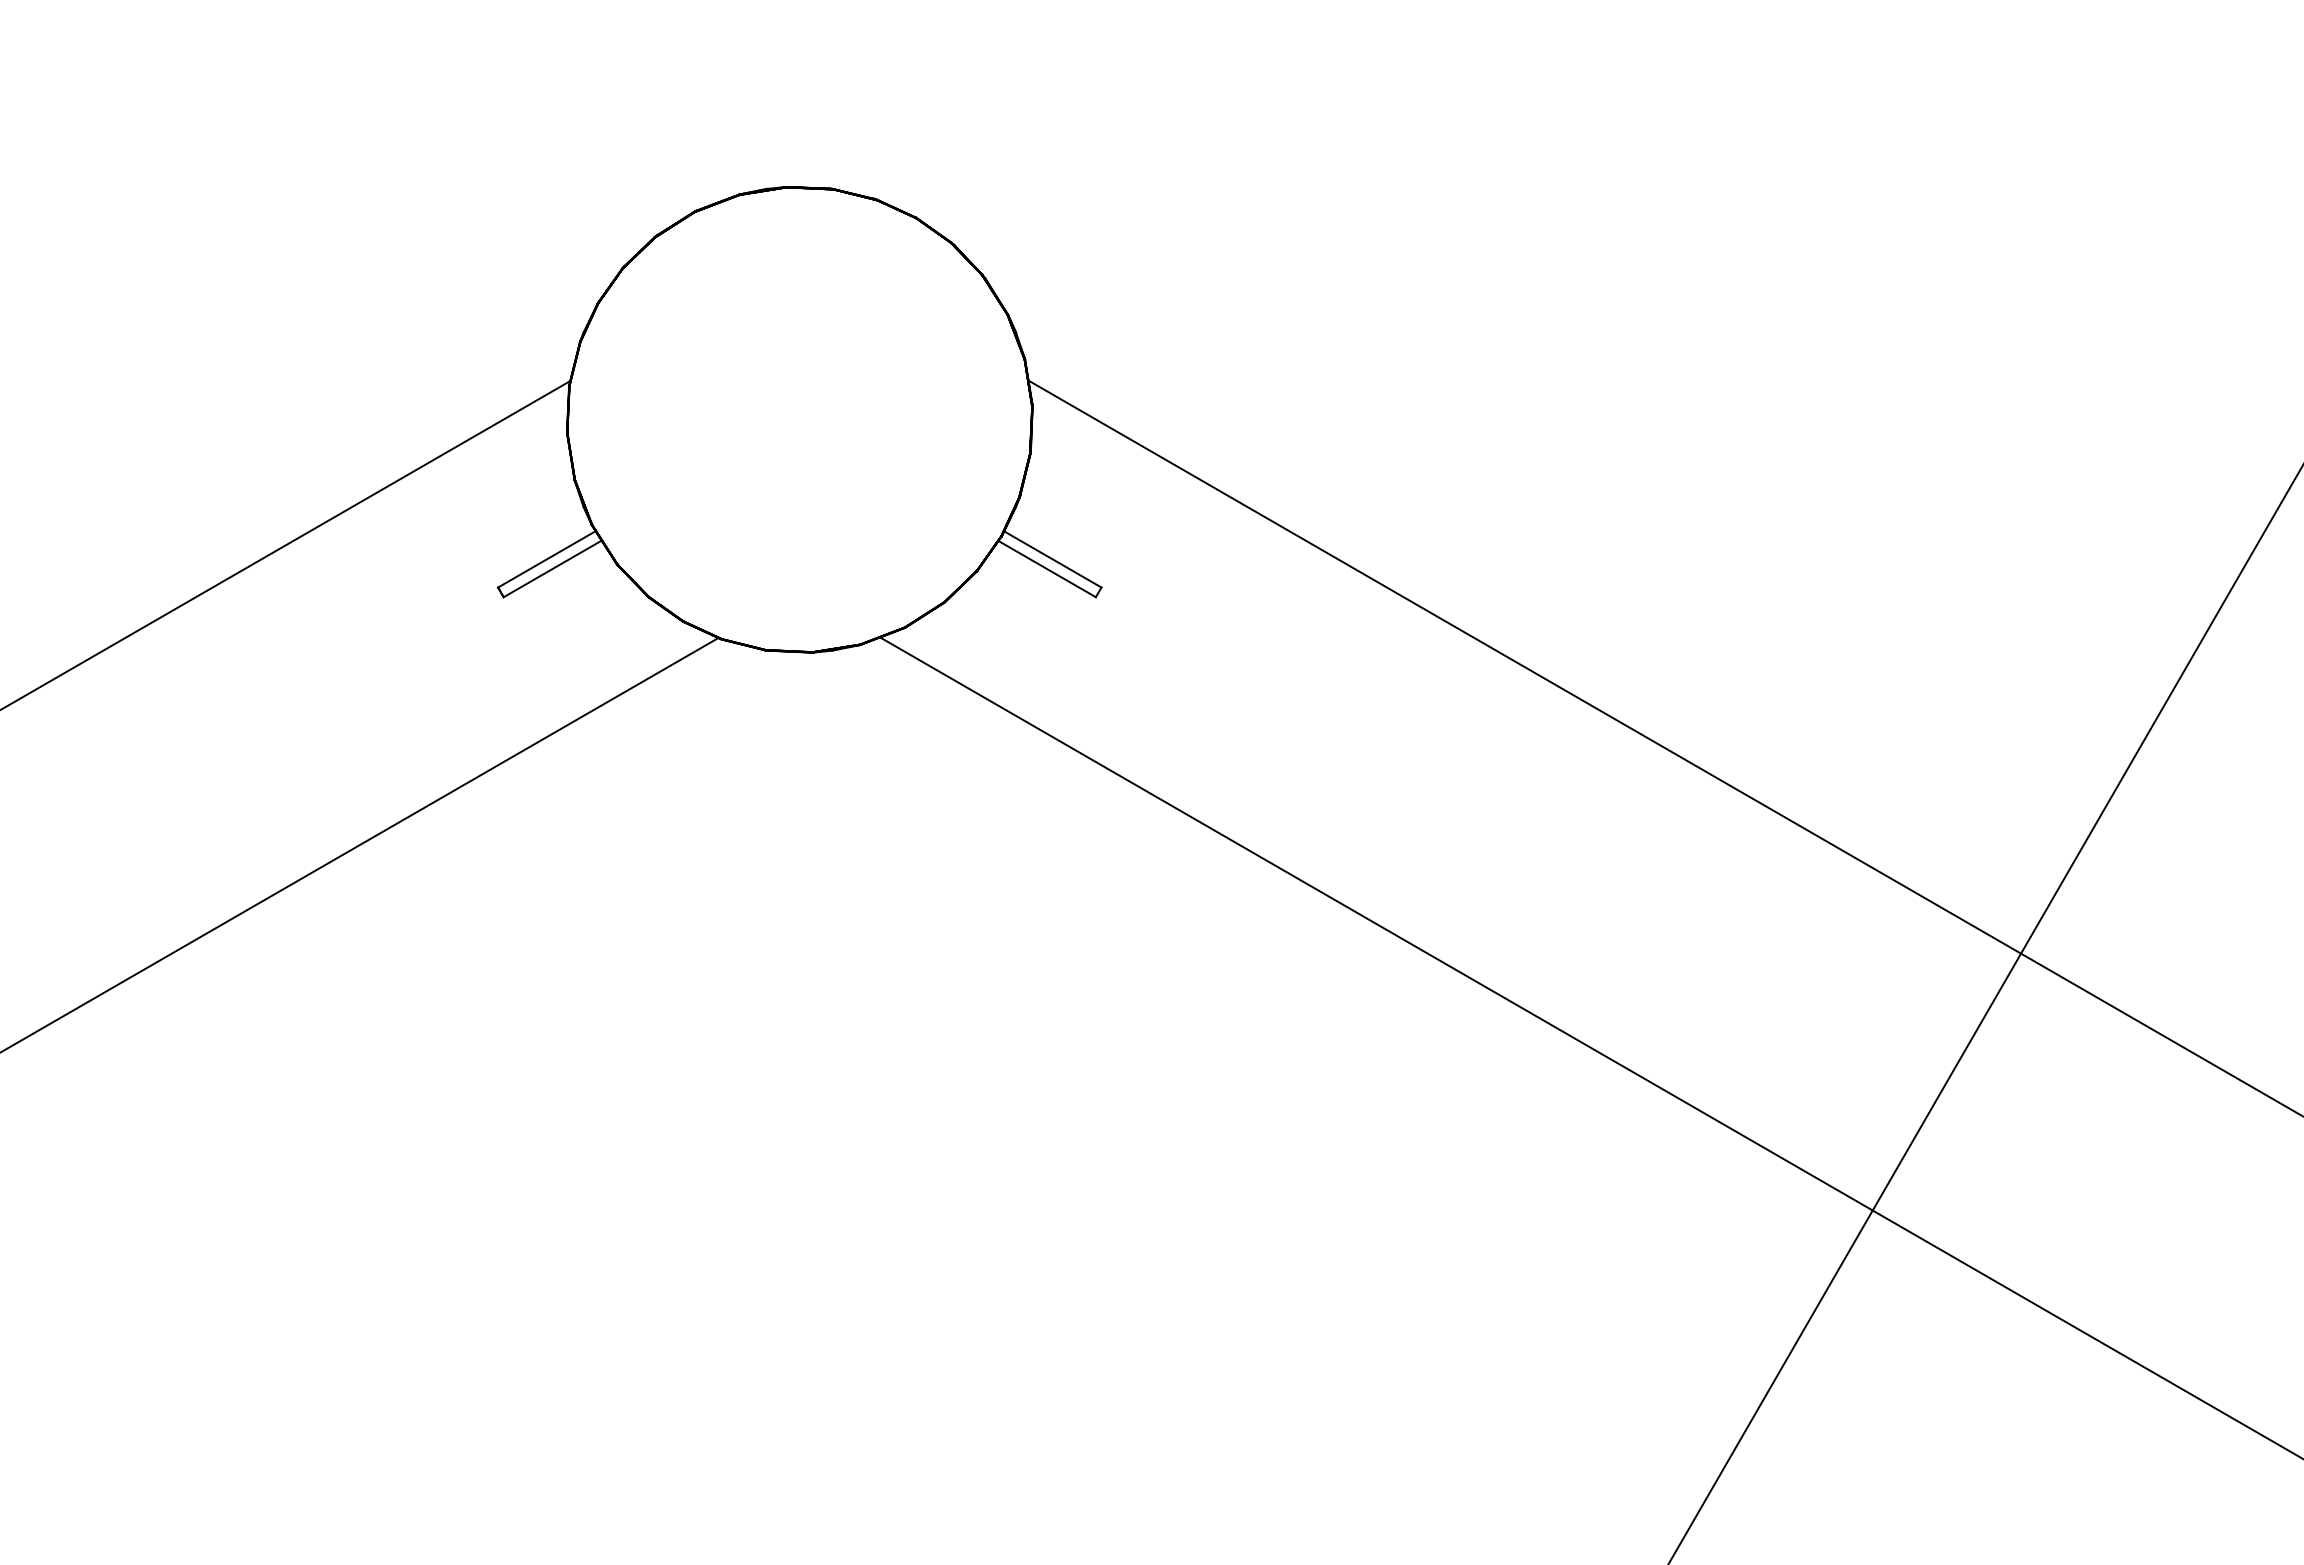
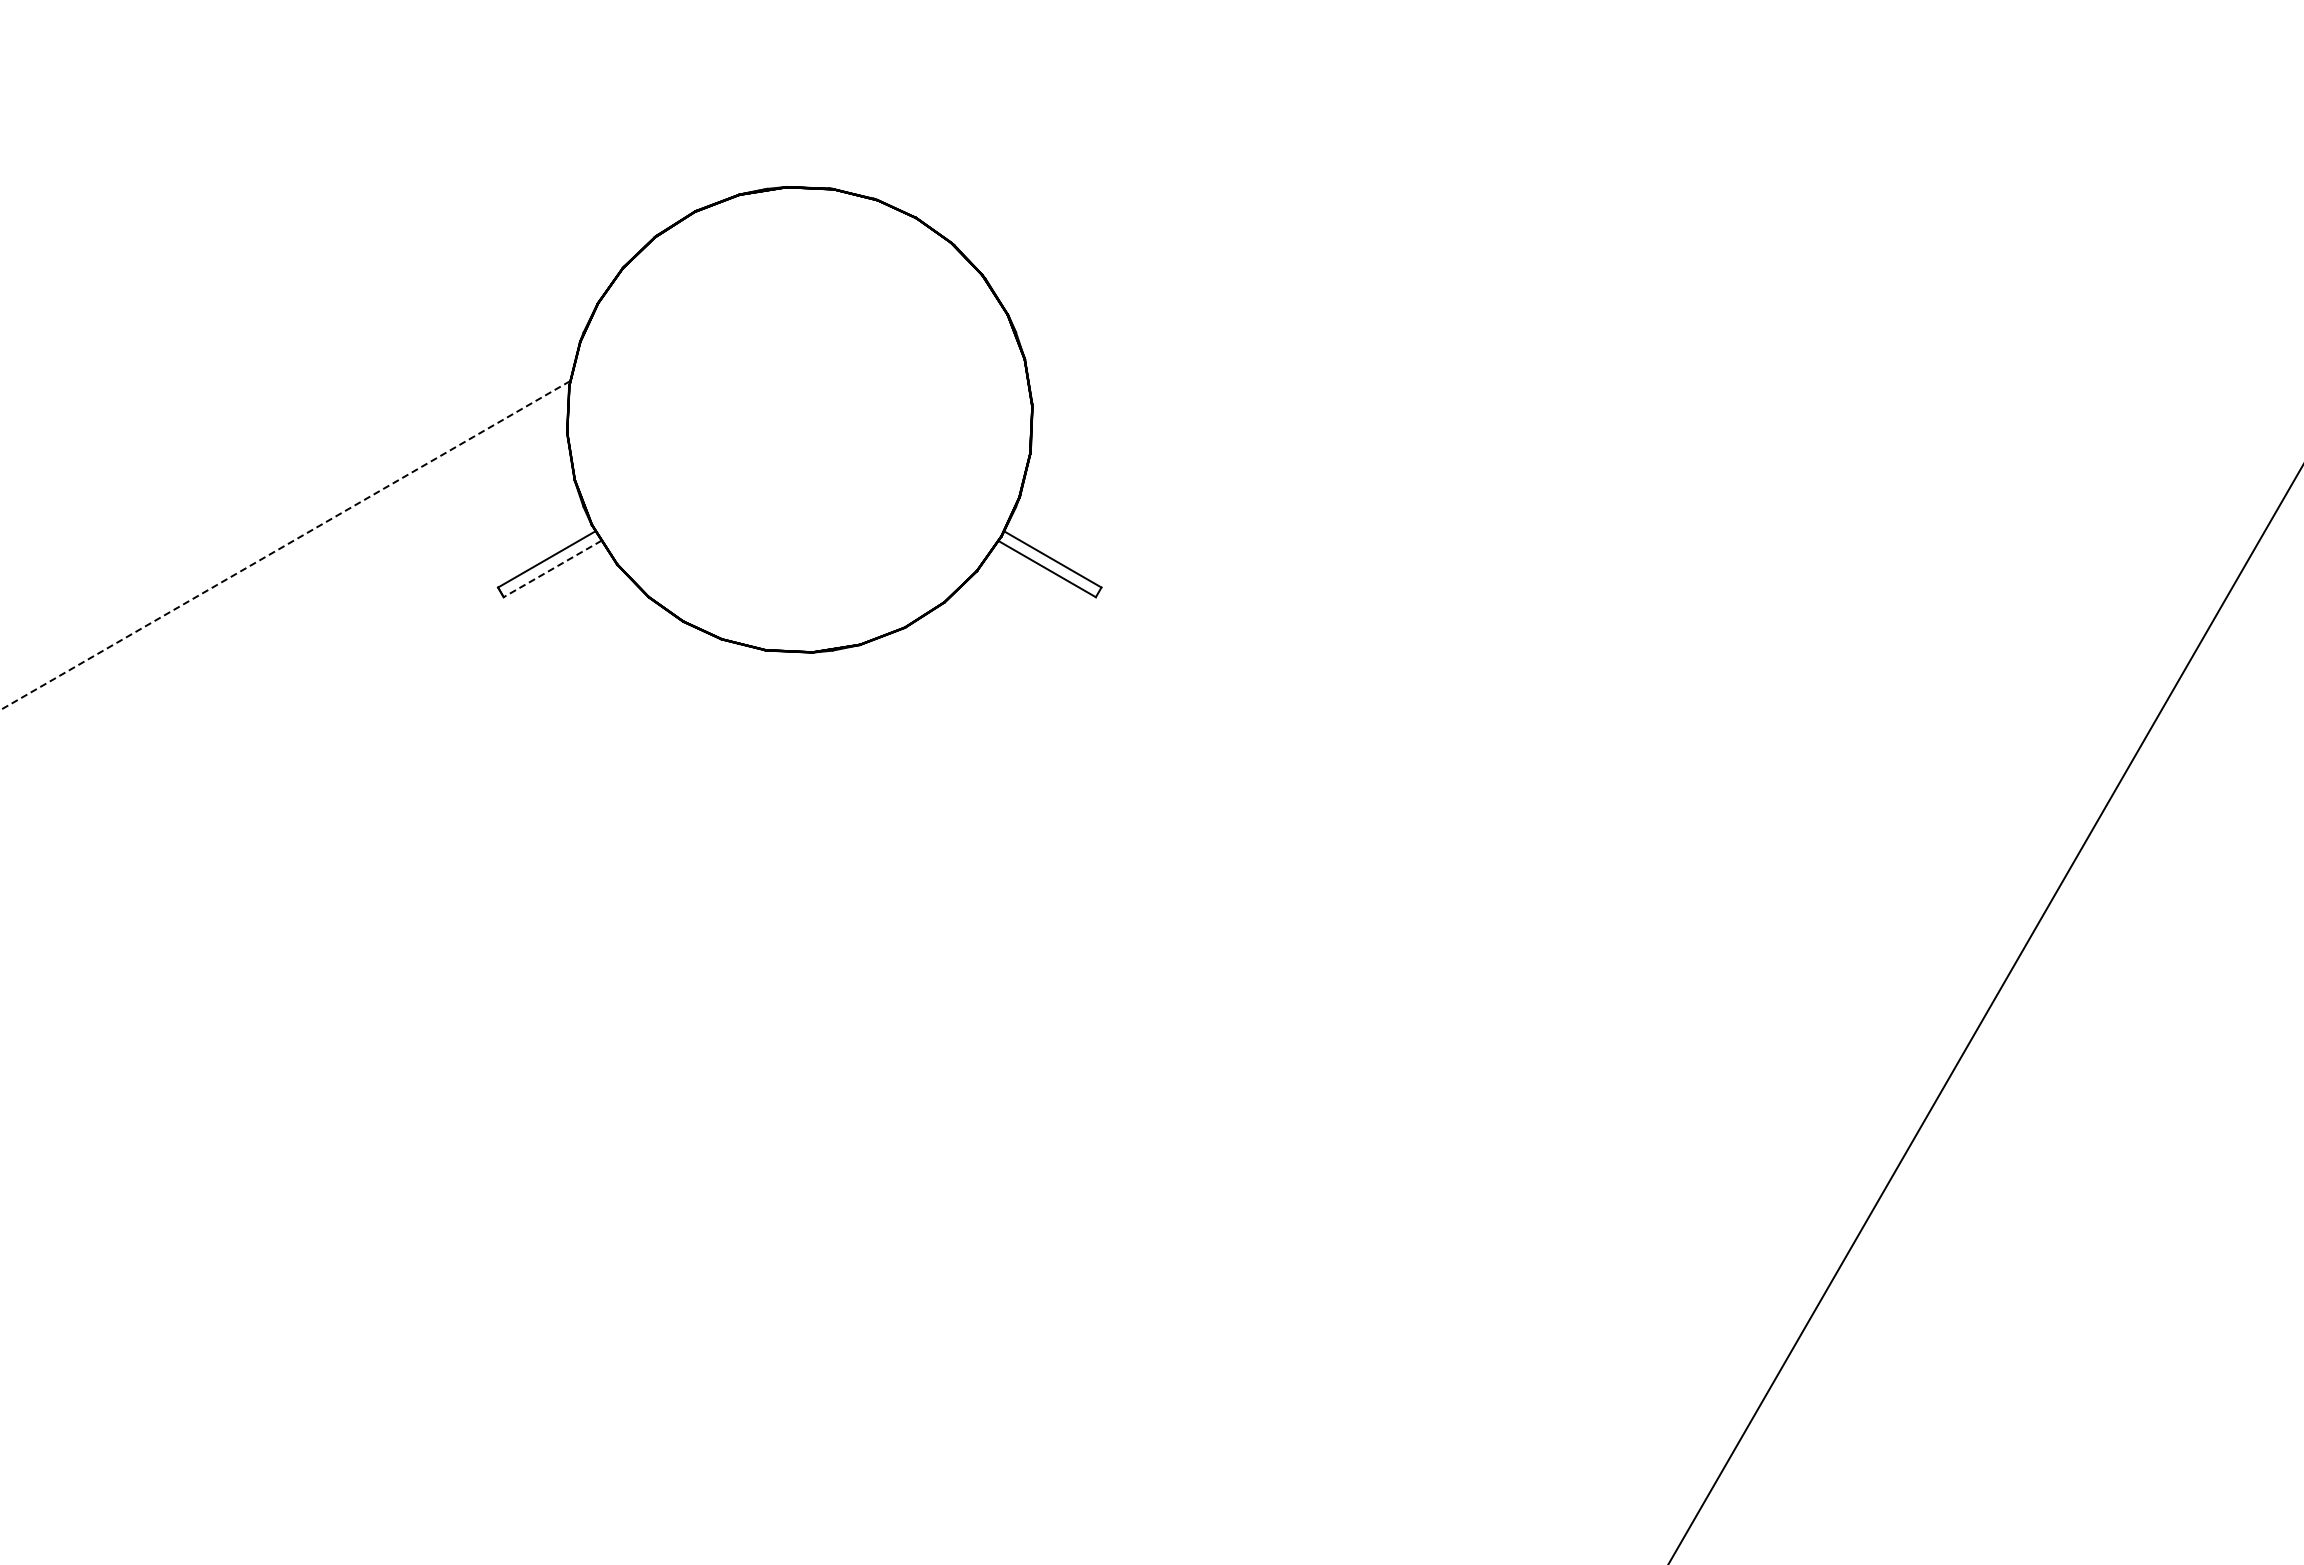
line at (285, 545): solid -> dashed
line at (552, 568): solid -> dashed
line at (1664, 747): present -> none
line at (360, 844): present -> none
line at (1590, 1047): present -> none
